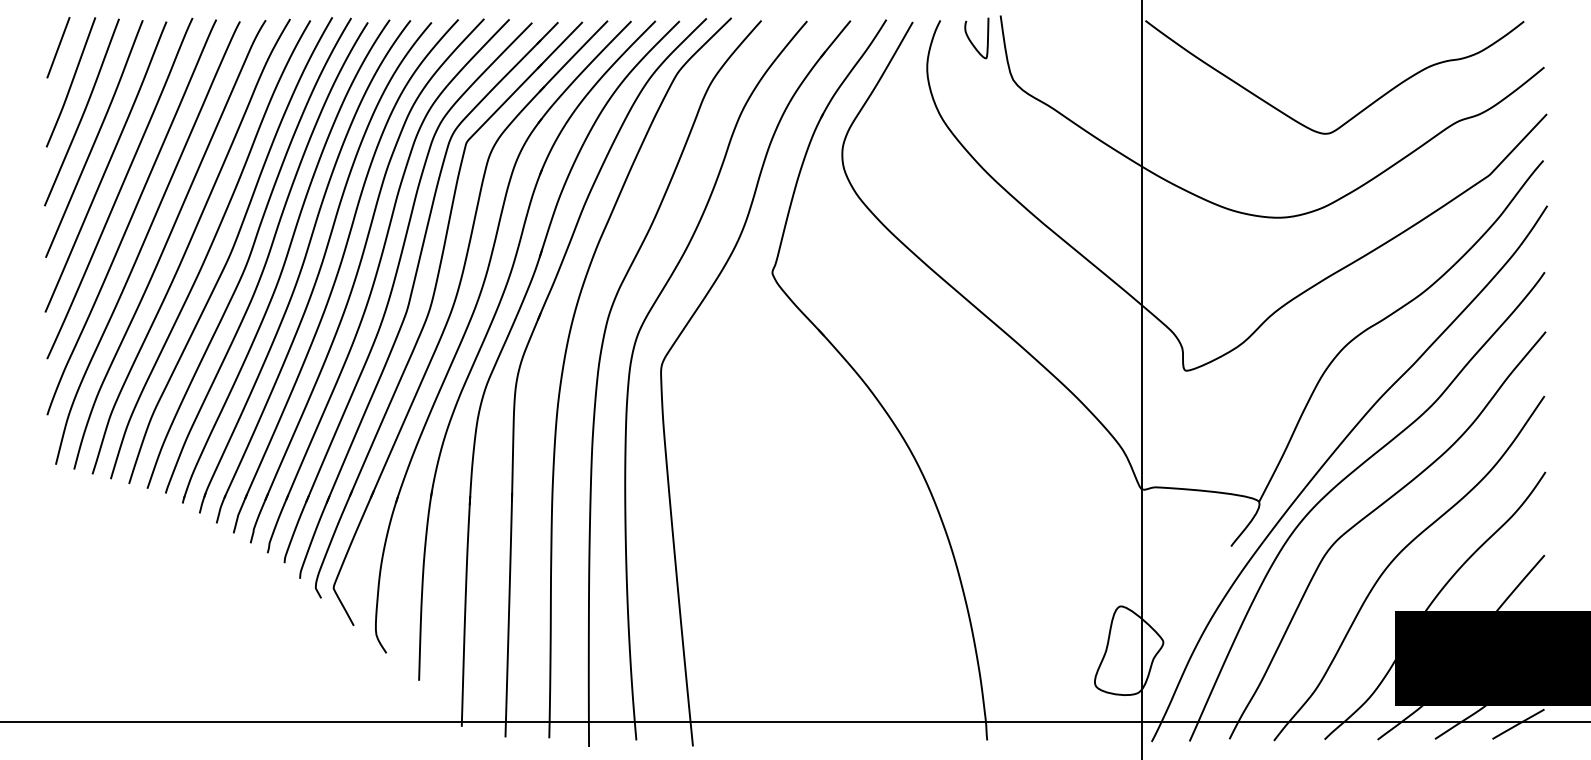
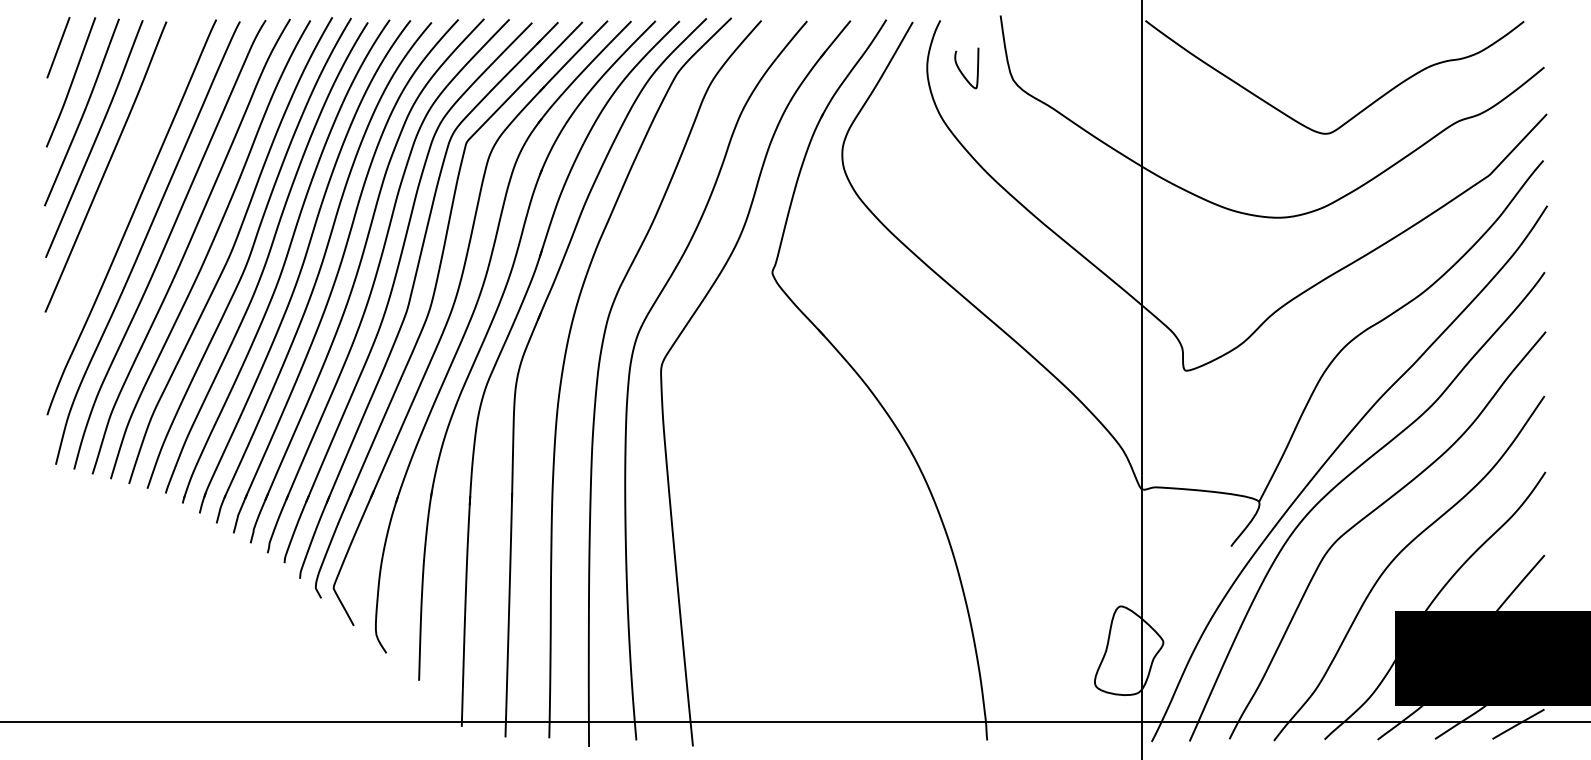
curve at (971, 40) position: (971, 40) -> (961, 70)
curve at (120, 188): present -> none
